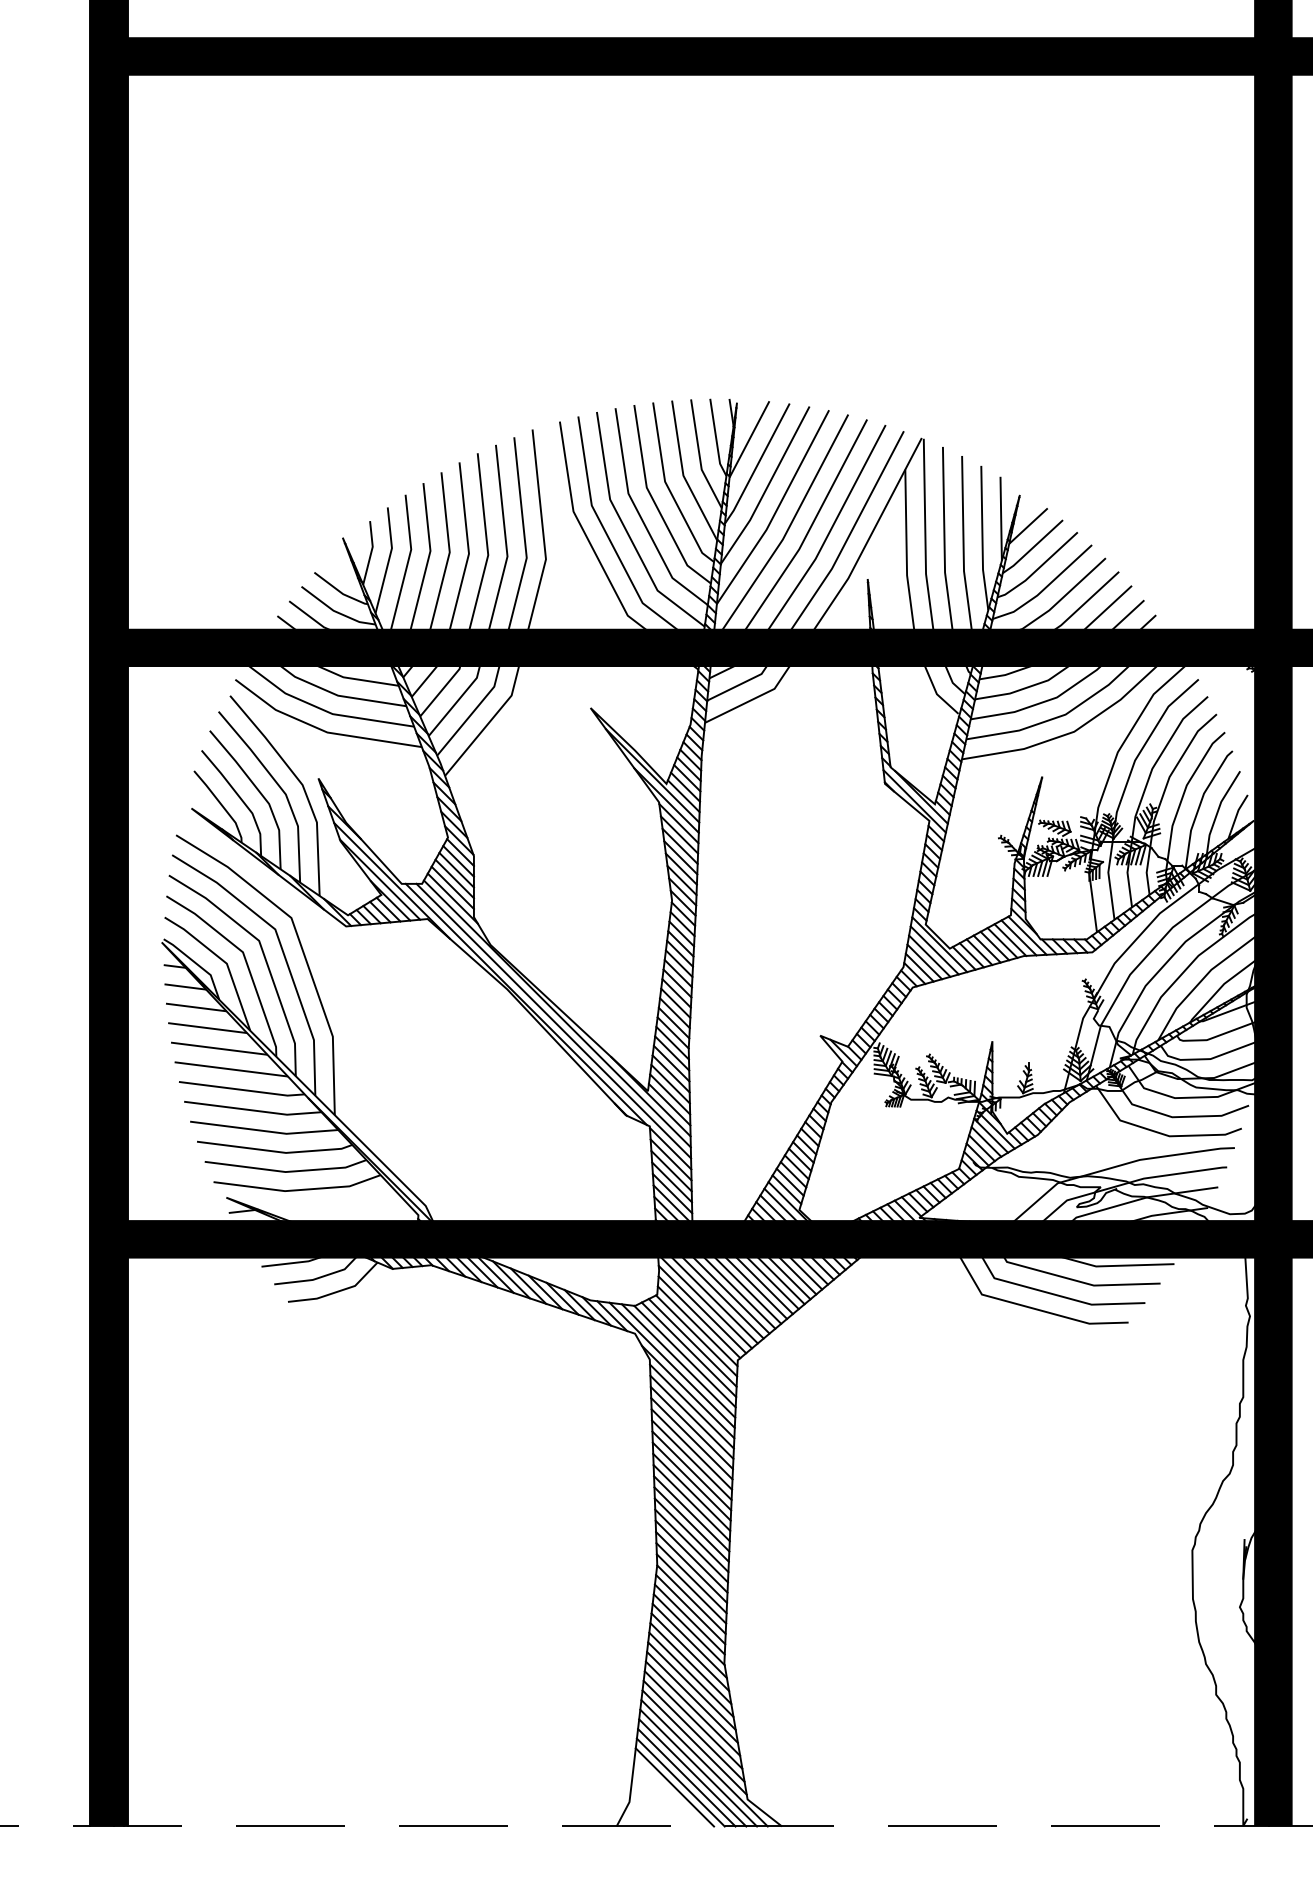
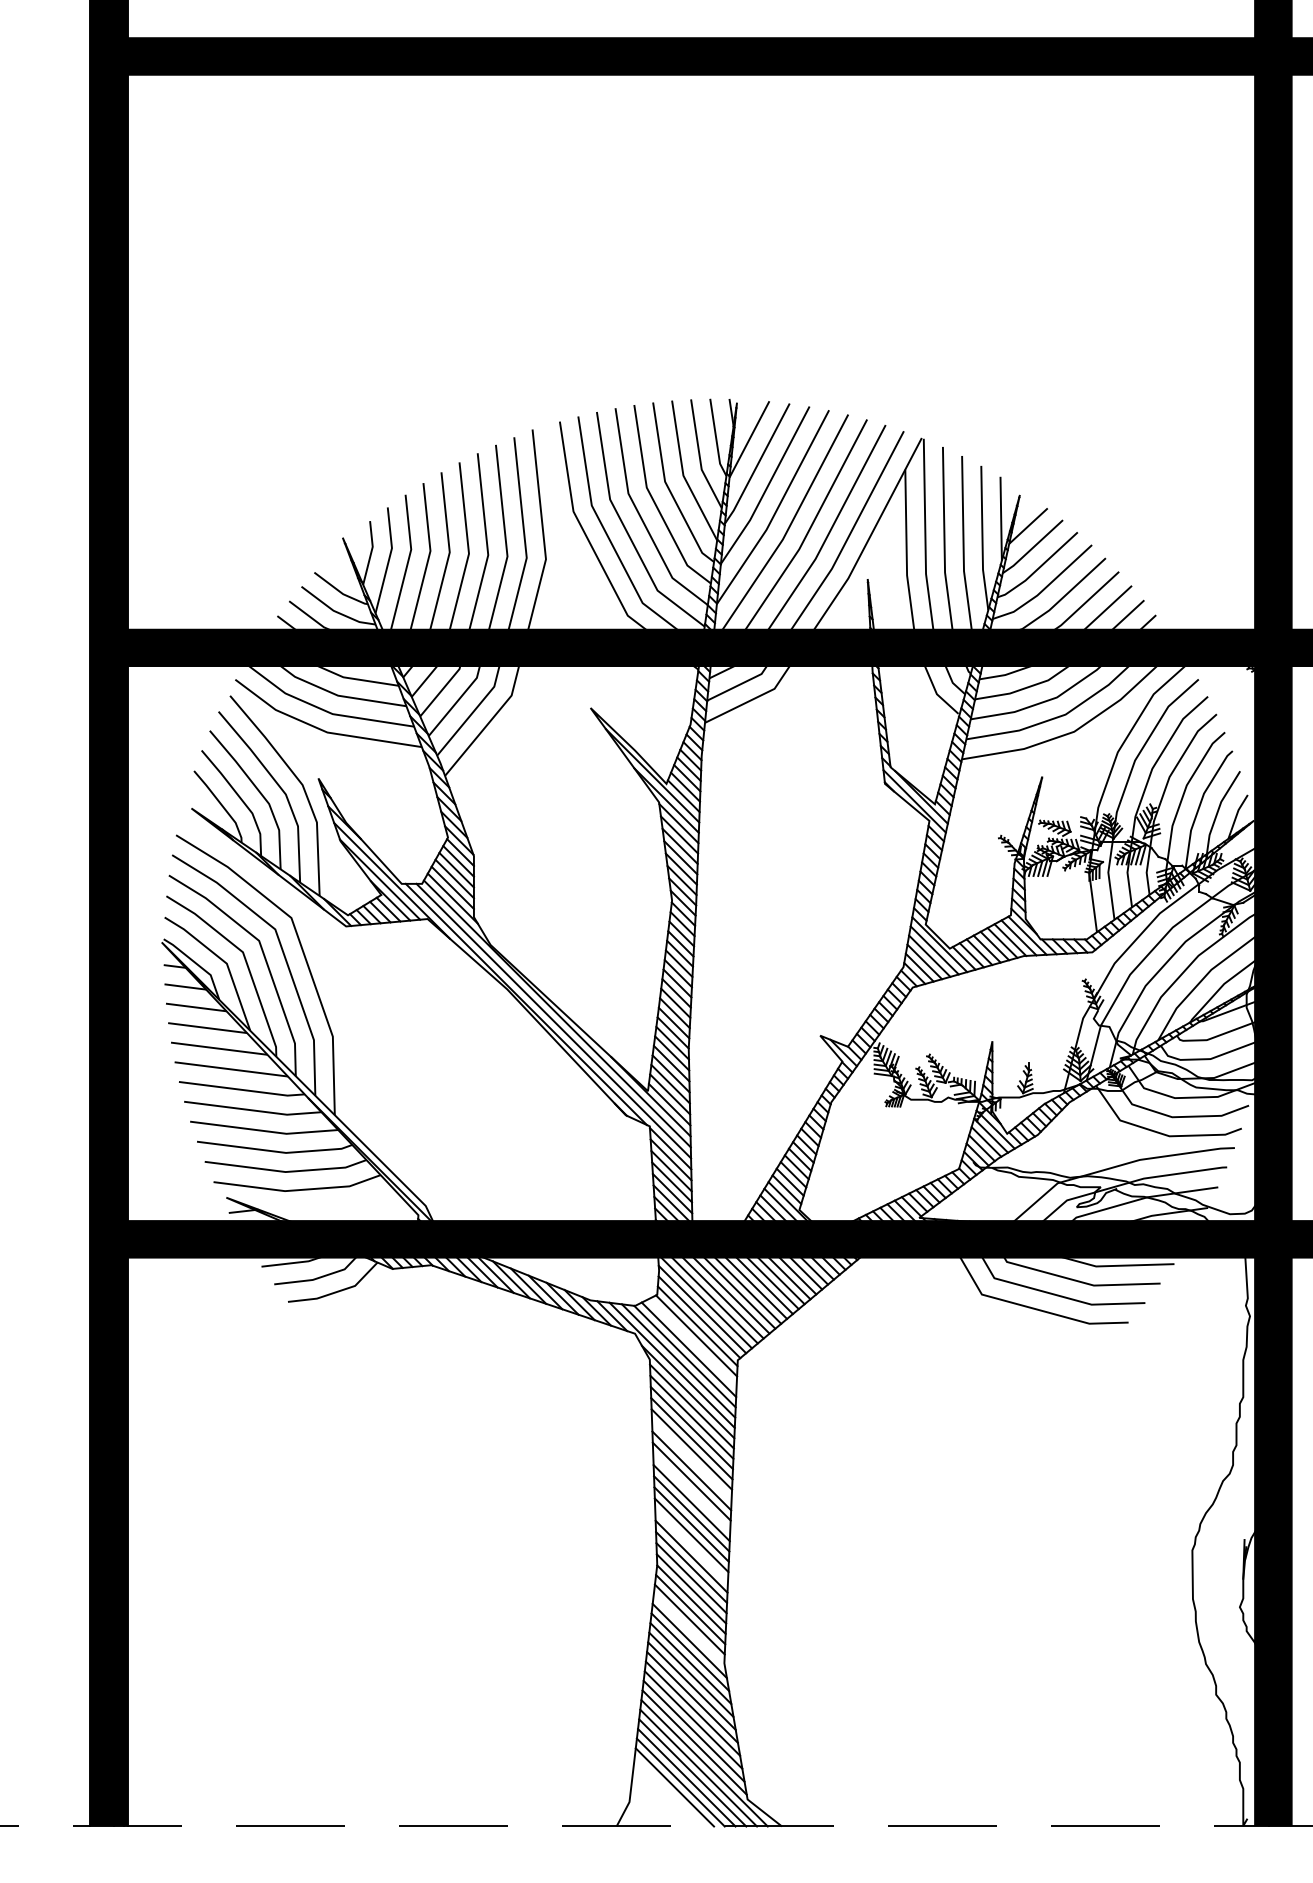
line at (692, 1342): present -> none
line at (691, 1459): present -> none
line at (691, 1491): present -> none
line at (691, 1545): present -> none
line at (688, 1629): present -> none
